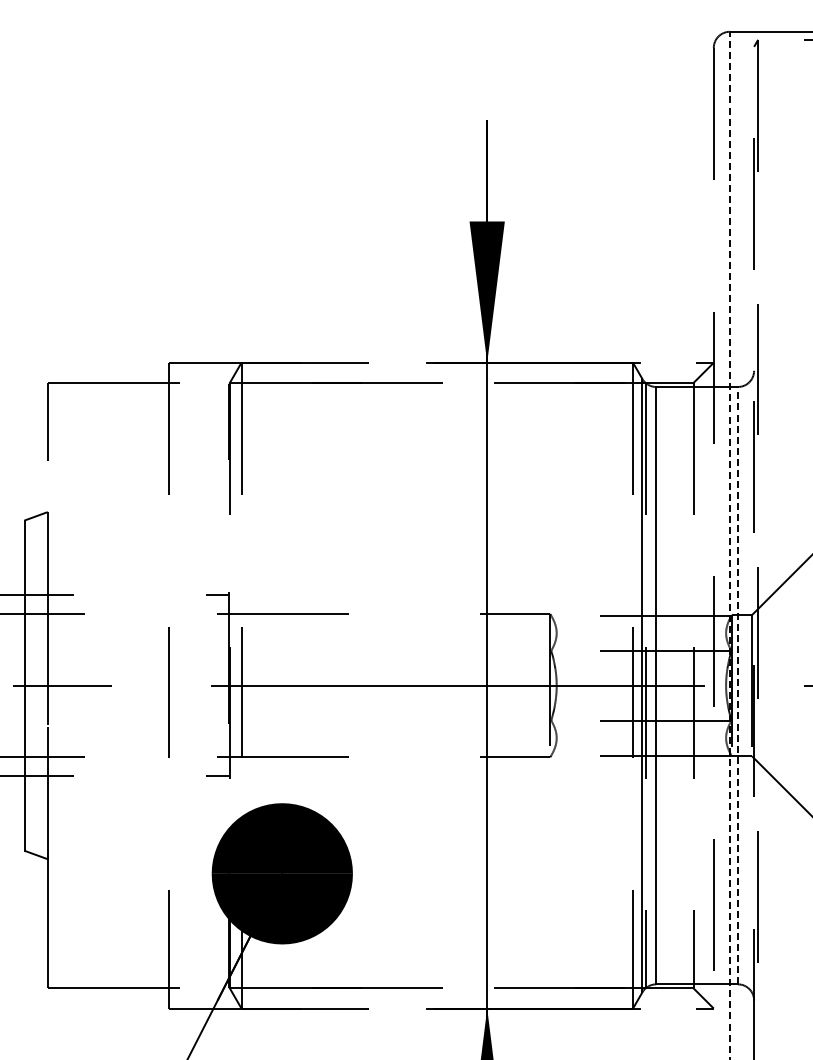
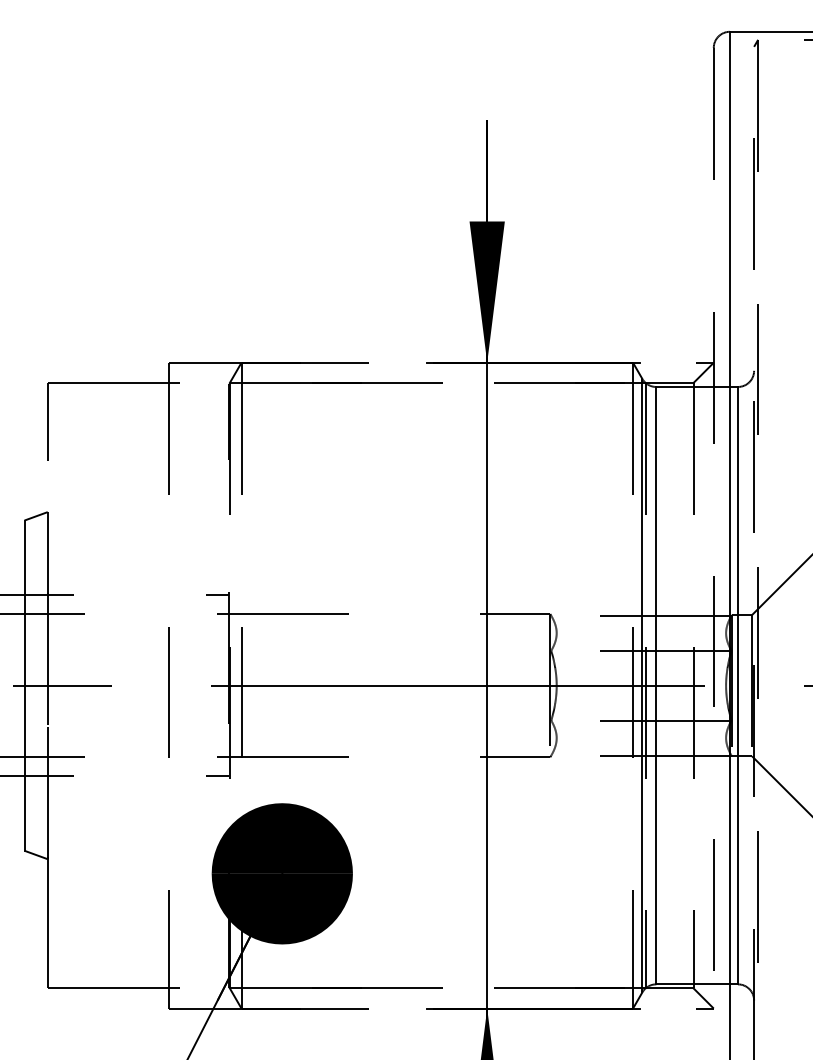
line at (729, 545): dashed -> solid
line at (737, 685): dashed -> solid
